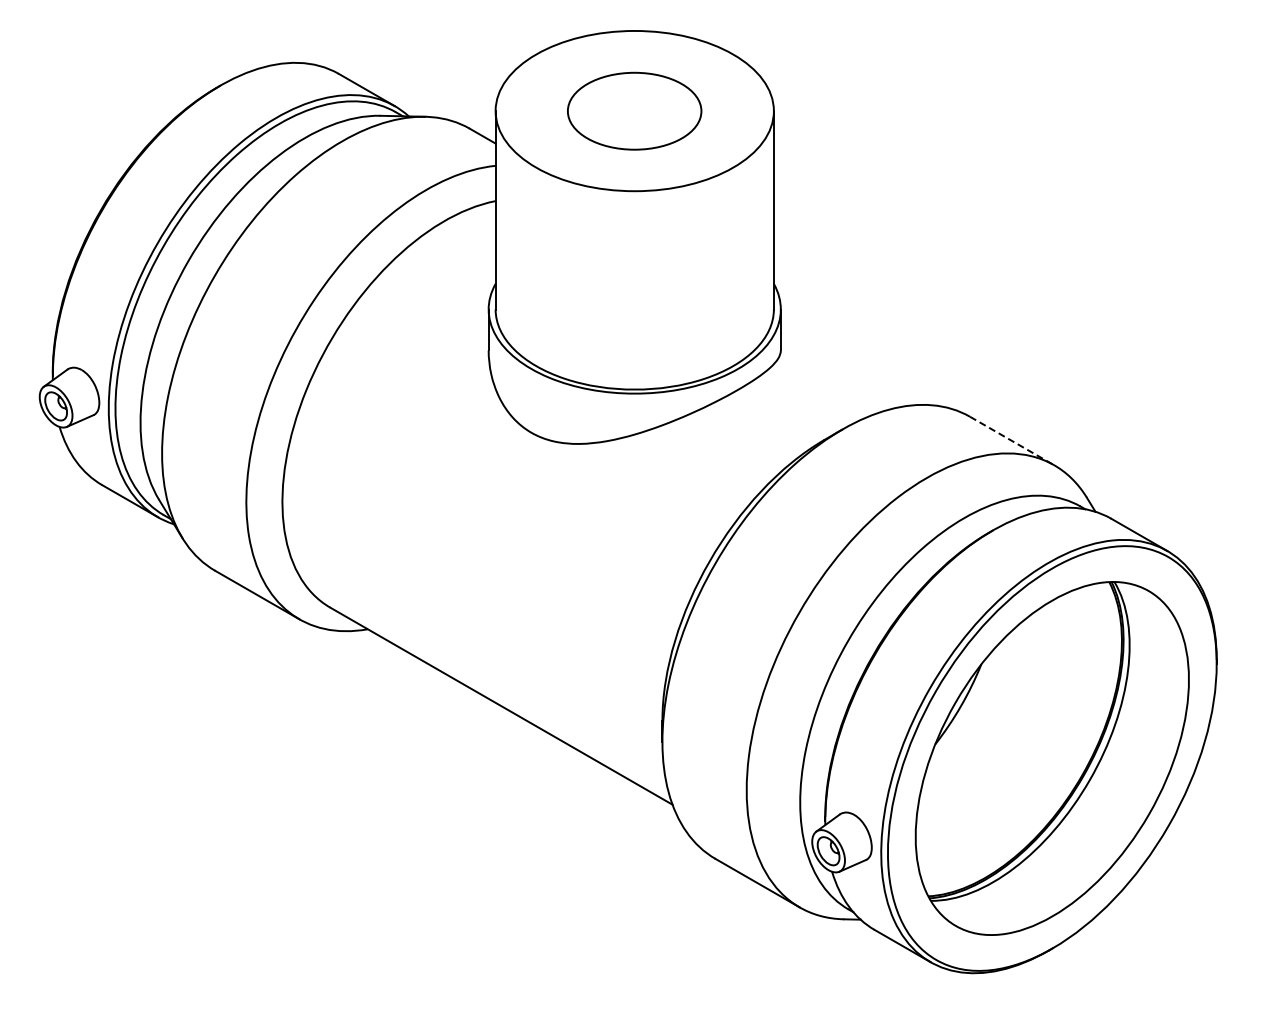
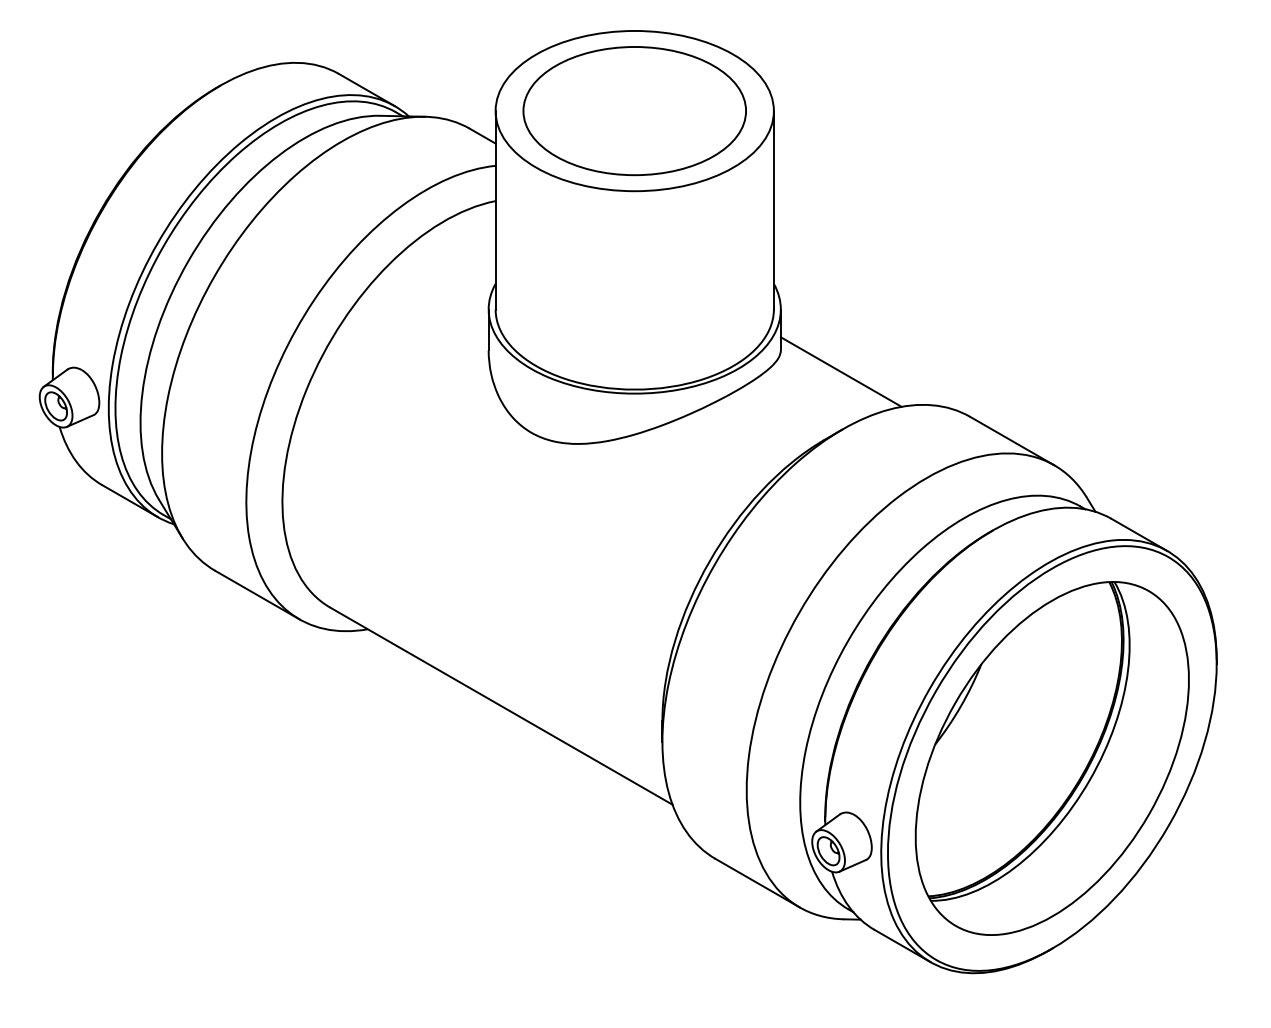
part at (634, 110) size: 136x80 px -> 225x131 px
line at (840, 371): none -> present
line at (1012, 441): dashed -> solid
